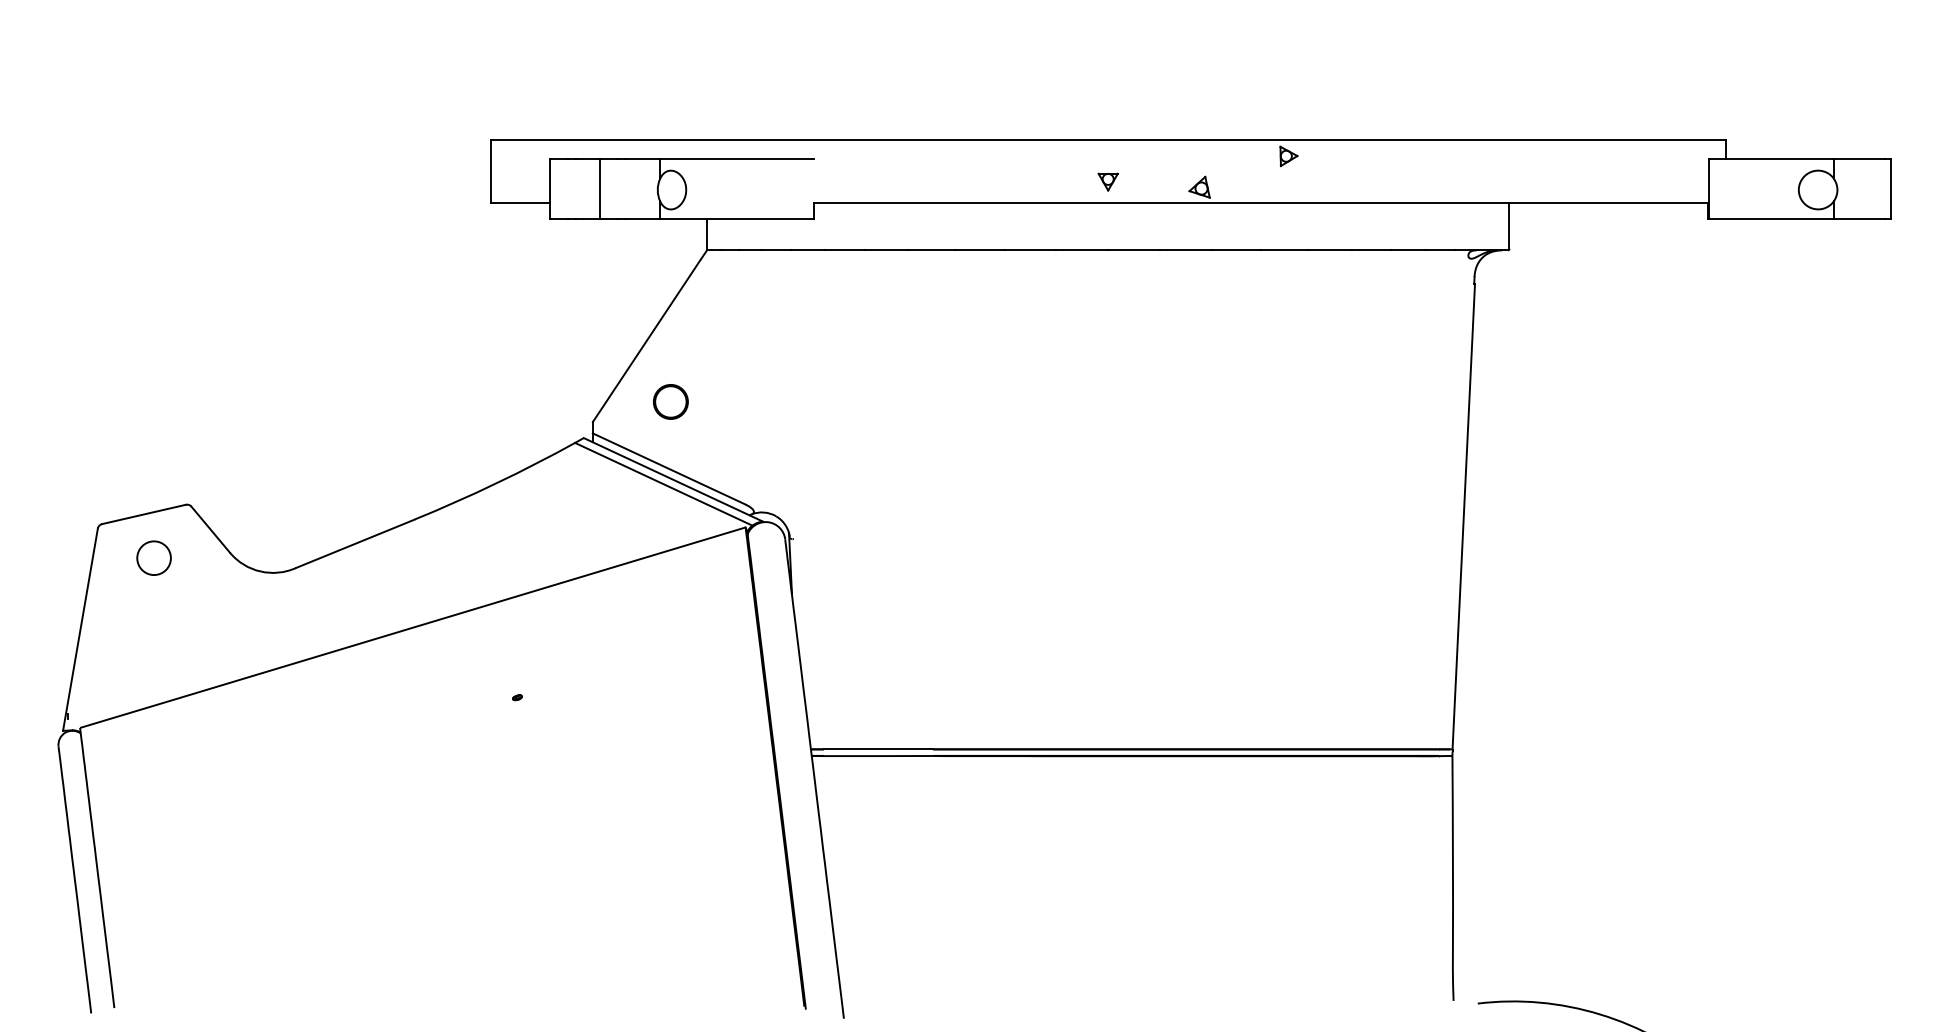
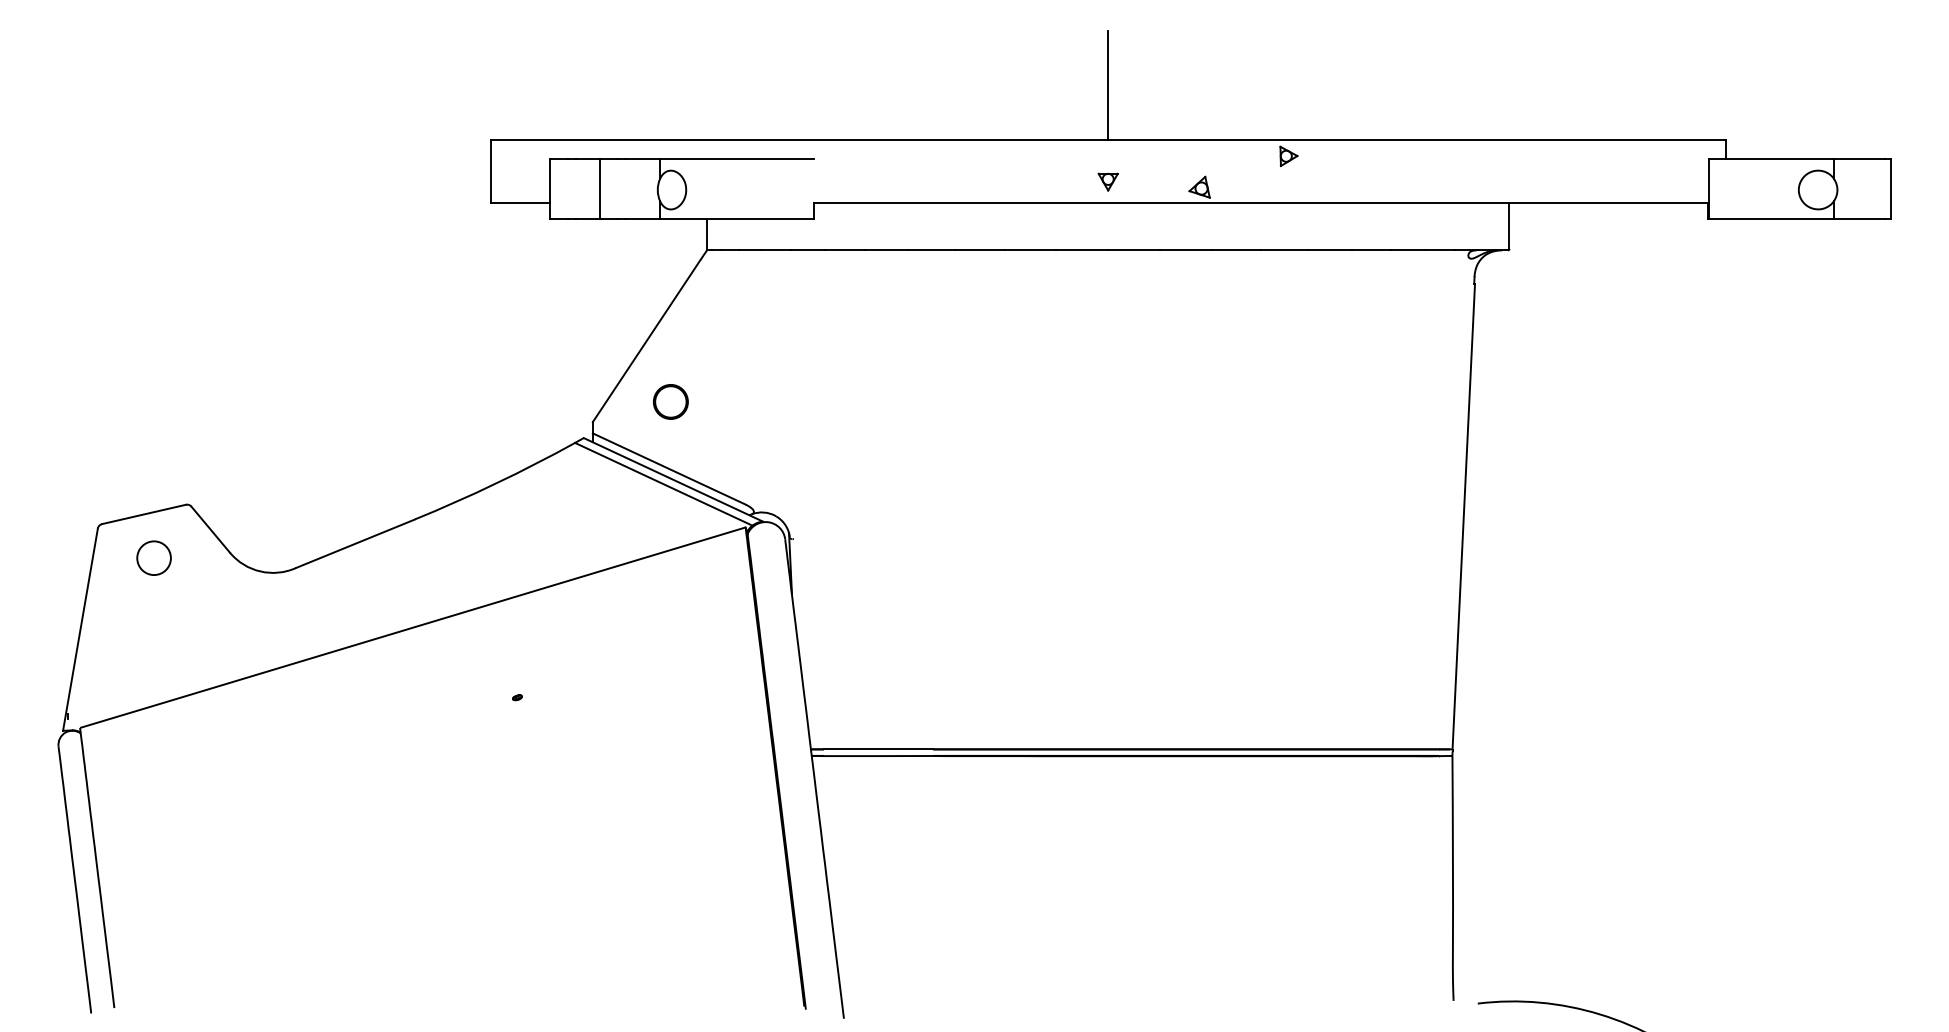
line at (1108, 85): none -> present
